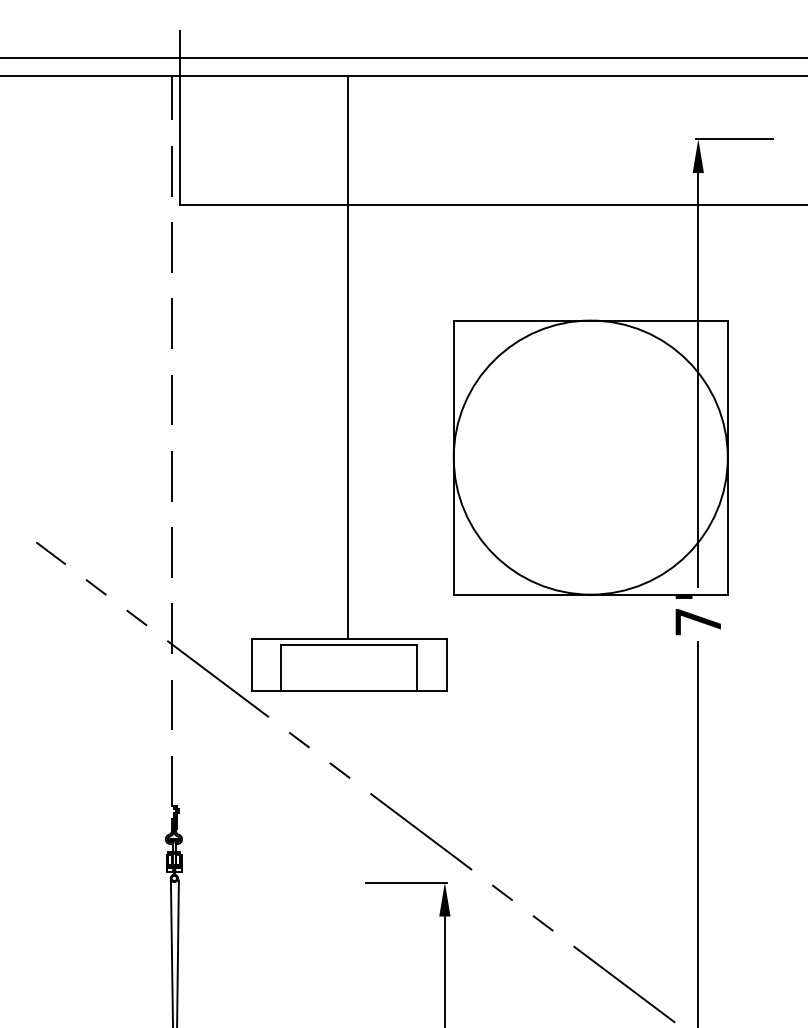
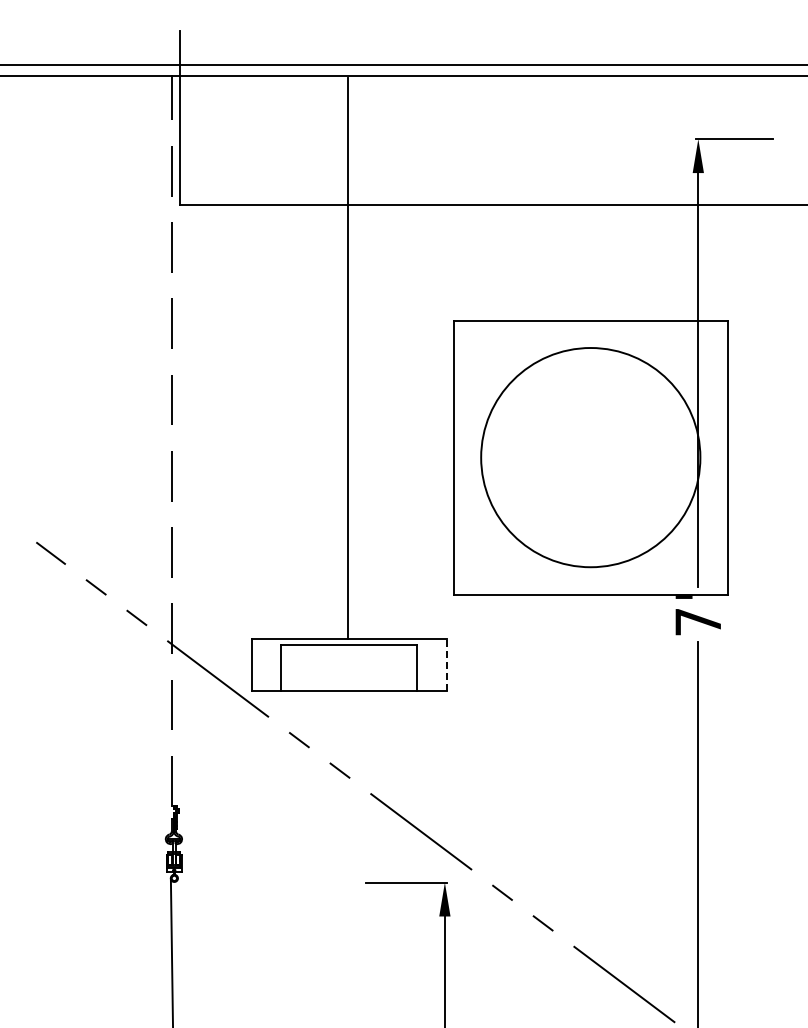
line at (403, 58) position: (403, 58) -> (403, 65)
circle at (590, 457) diameter: 274 px -> 219 px
line at (446, 664): solid -> dashed
line at (177, 952): present -> none
